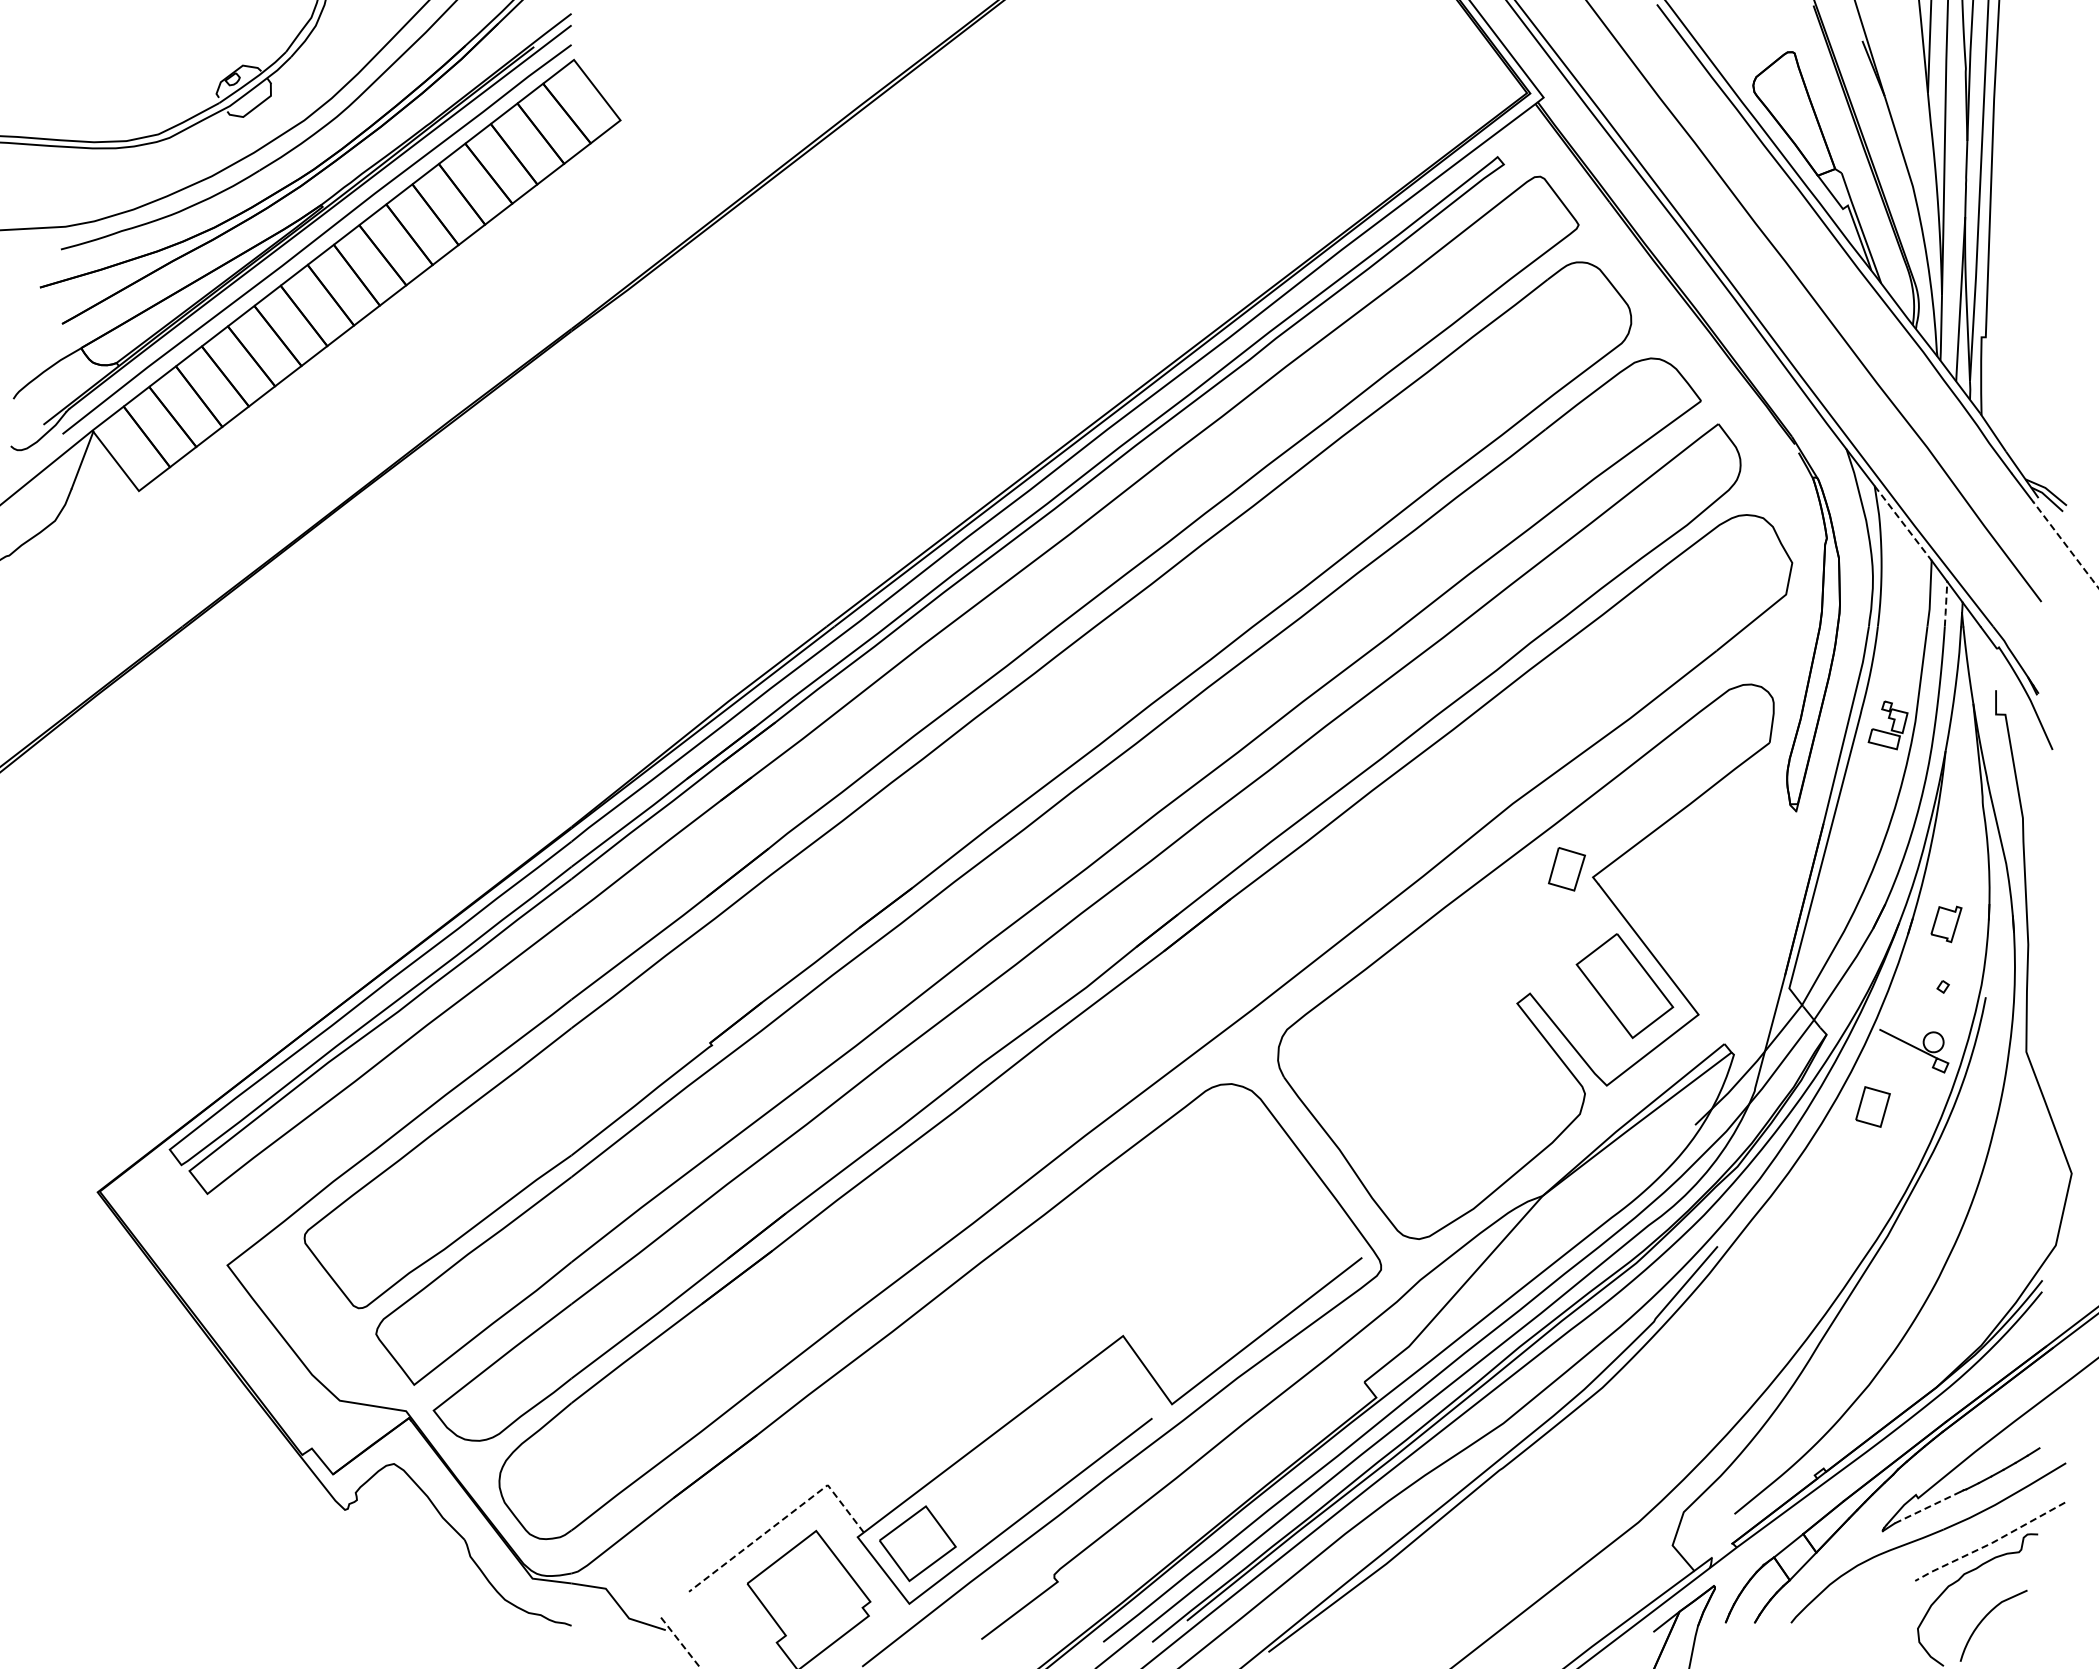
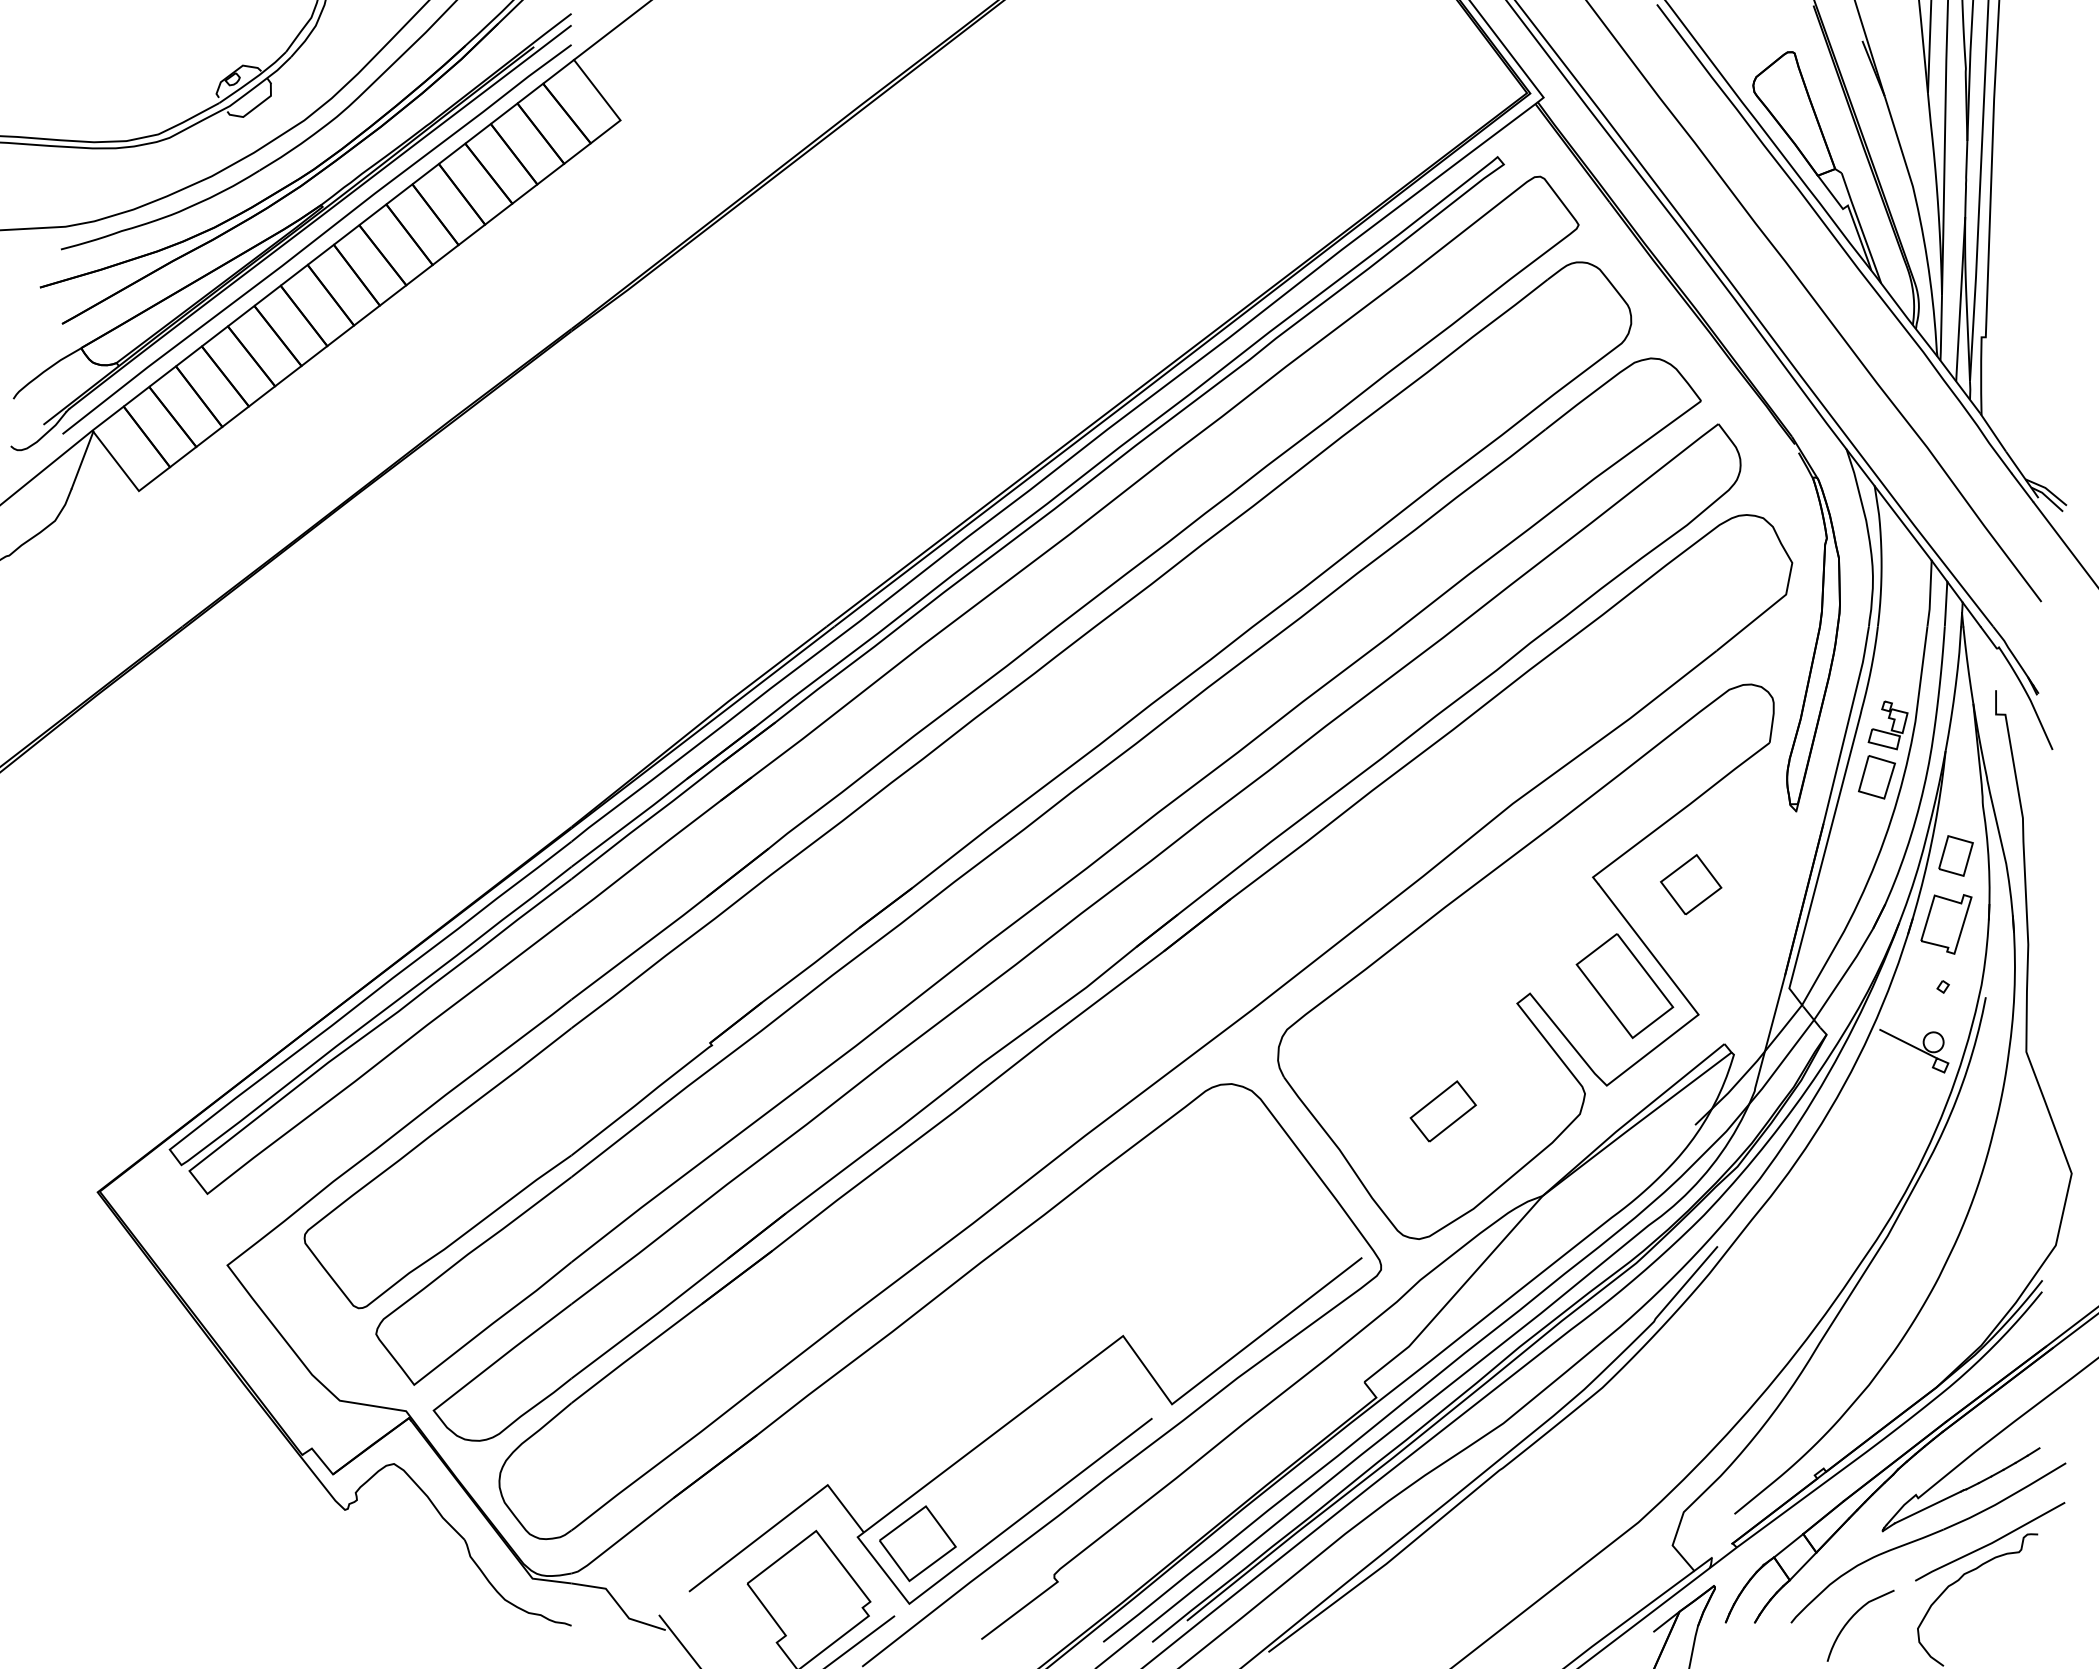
line at (611, 30): none -> present
line at (1903, 523): dashed -> solid
line at (2066, 545): dashed -> solid
line at (1946, 604): dashed -> solid
part at (1566, 869) position: (1566, 869) -> (1876, 777)
part at (1691, 884): none -> present
part at (1946, 924) size: 33x39 px -> 53x61 px
part at (1872, 1106) position: (1872, 1106) -> (1955, 855)
part at (1442, 1111): none -> present
line at (1927, 1507): dashed -> solid
line at (782, 1519): dashed -> solid
line at (1990, 1544): dashed -> solid
curve at (1986, 1617) position: (1986, 1617) -> (1853, 1617)
line at (861, 1640): none -> present
line at (680, 1642): dashed -> solid
